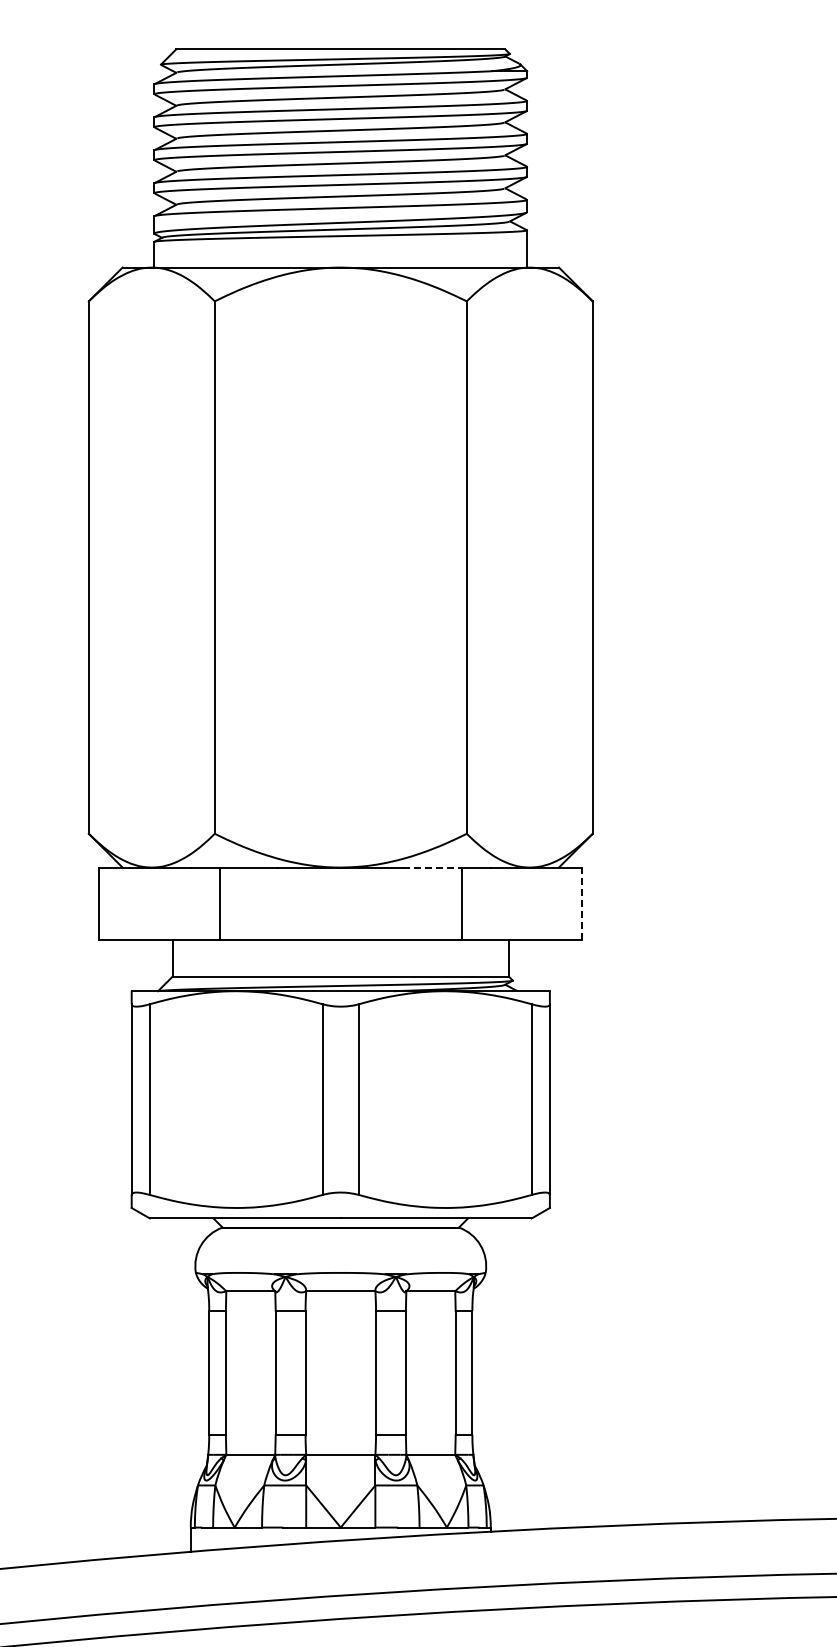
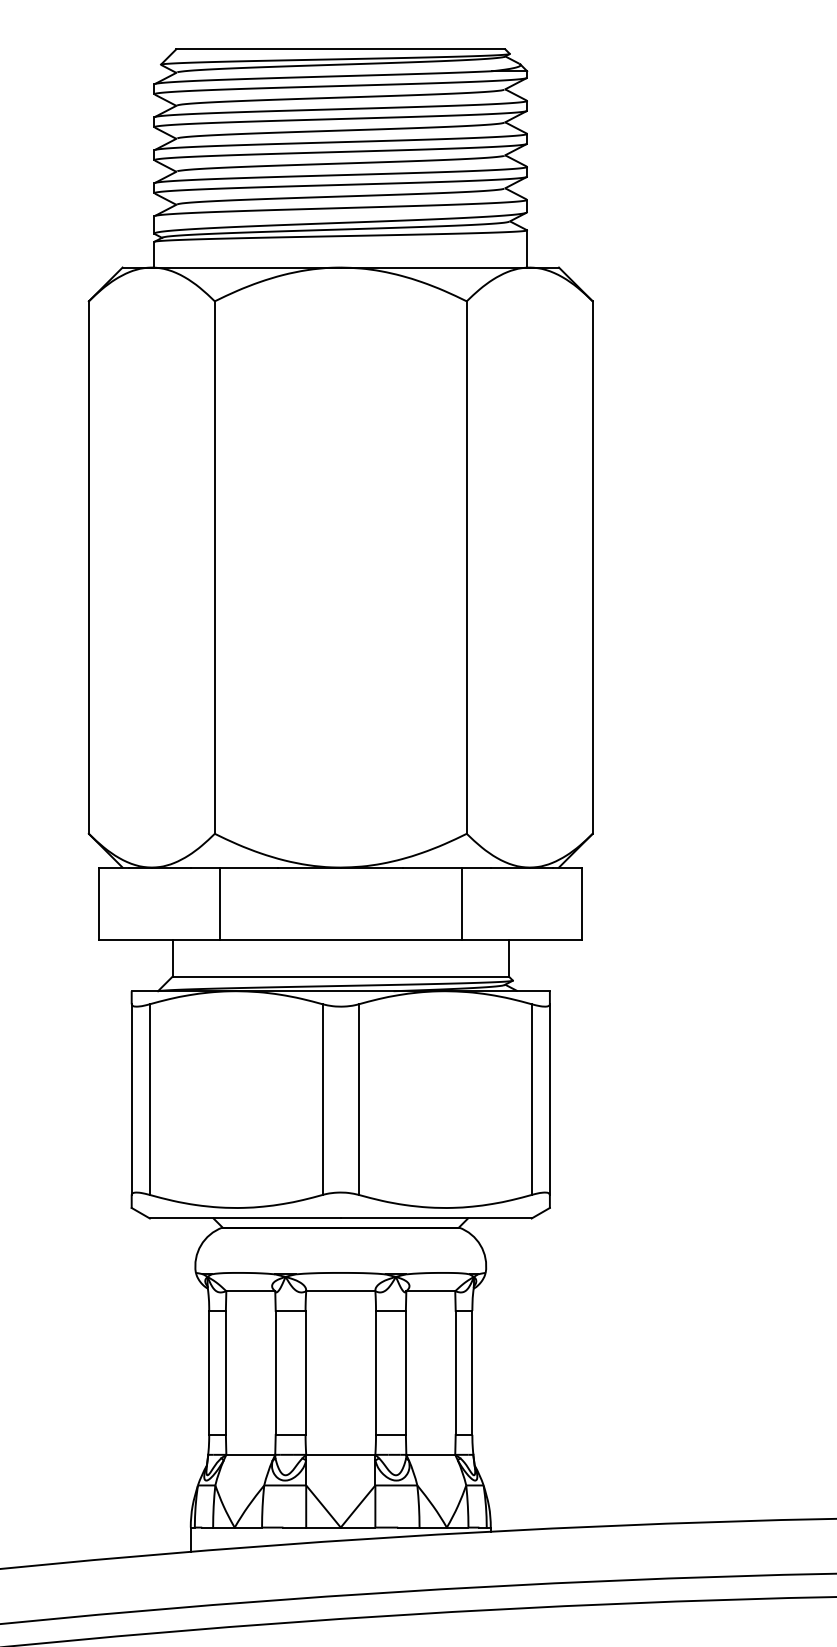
line at (432, 867): dashed -> solid
line at (582, 903): dashed -> solid
